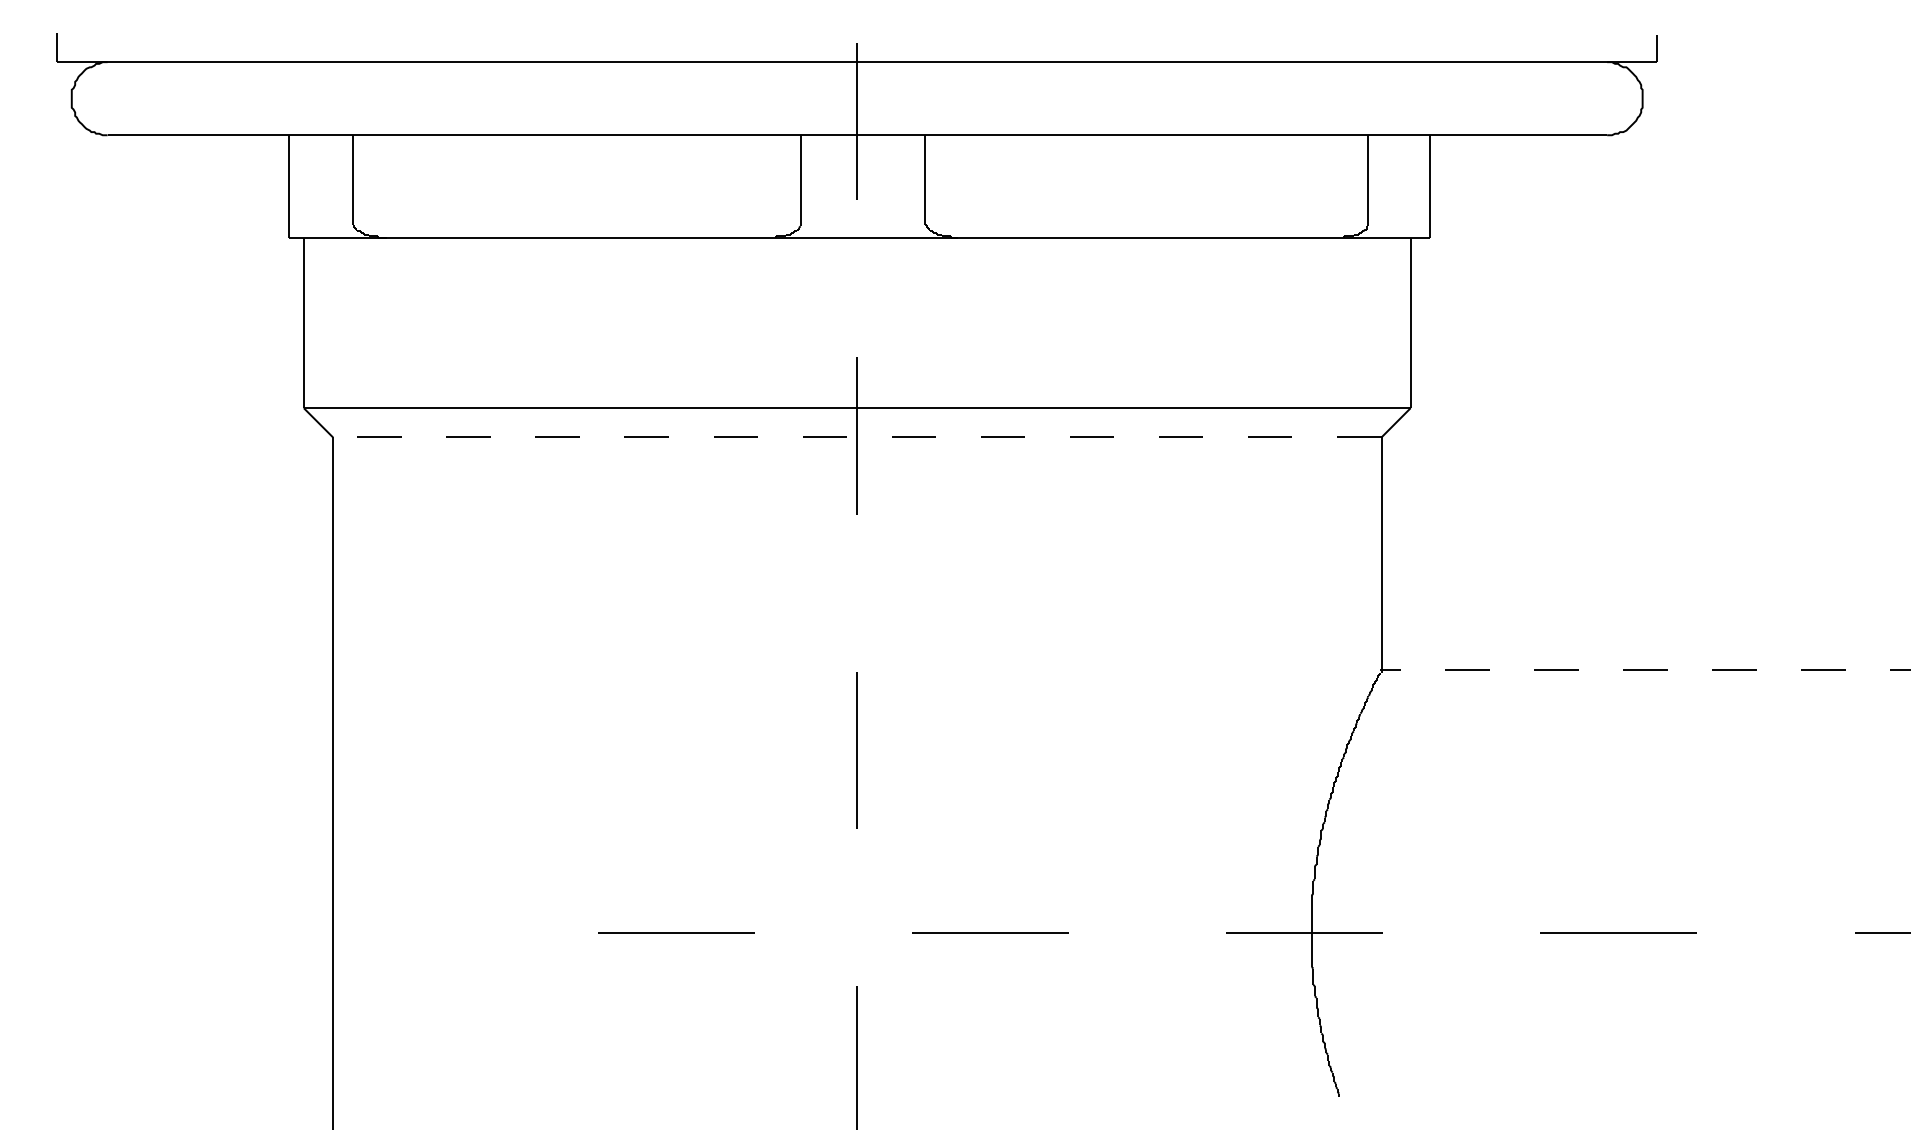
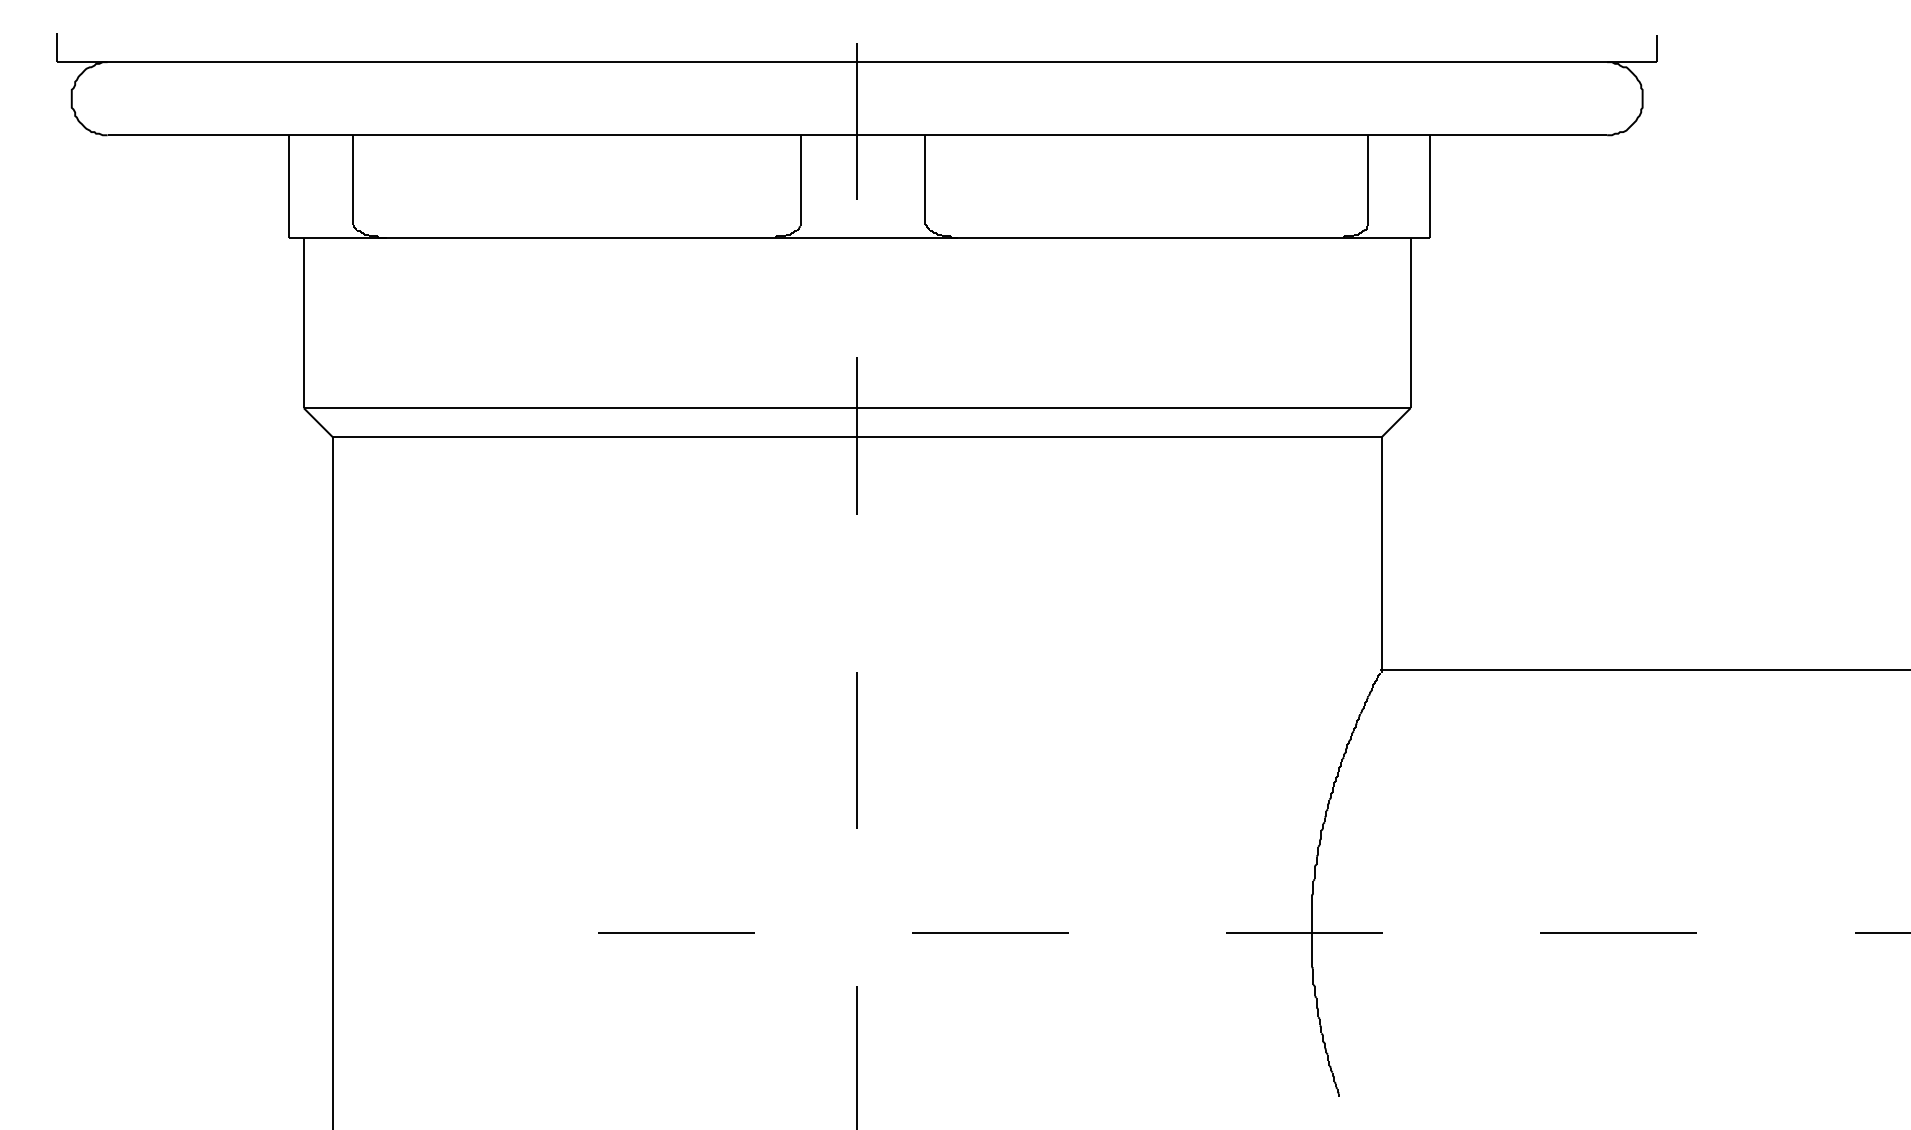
line at (856, 437): dashed -> solid
line at (1644, 669): dashed -> solid
